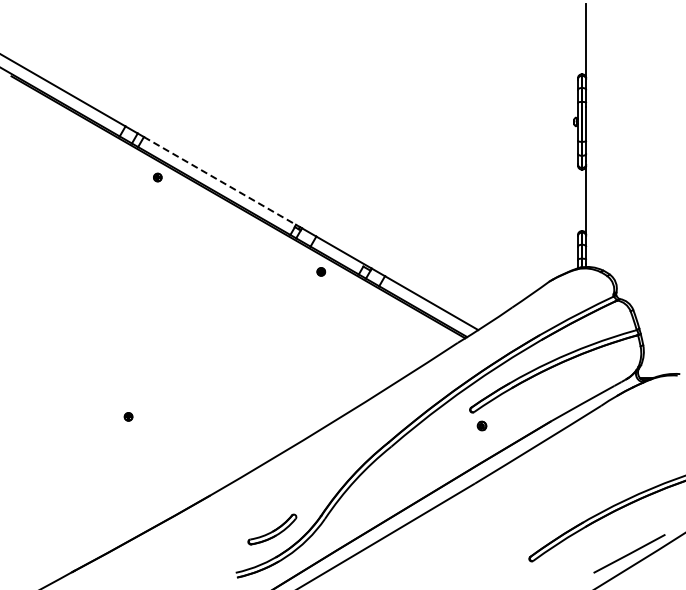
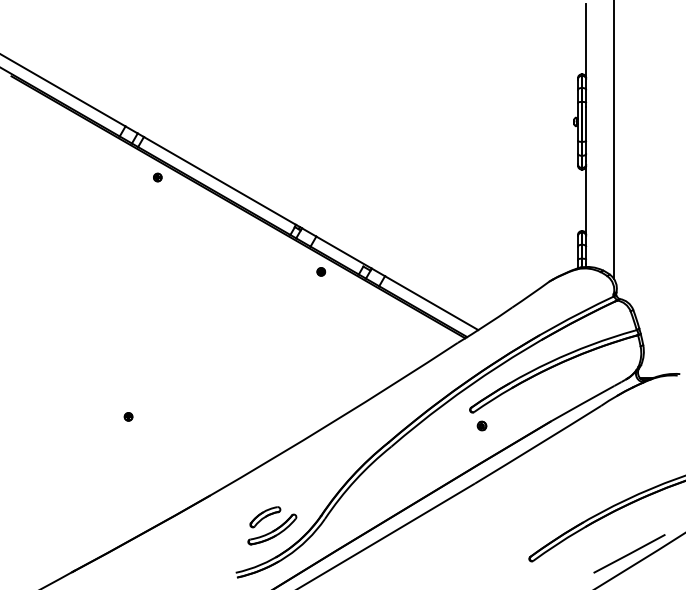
line at (614, 140): none -> present
line at (220, 180): dashed -> solid
part at (265, 517): none -> present
